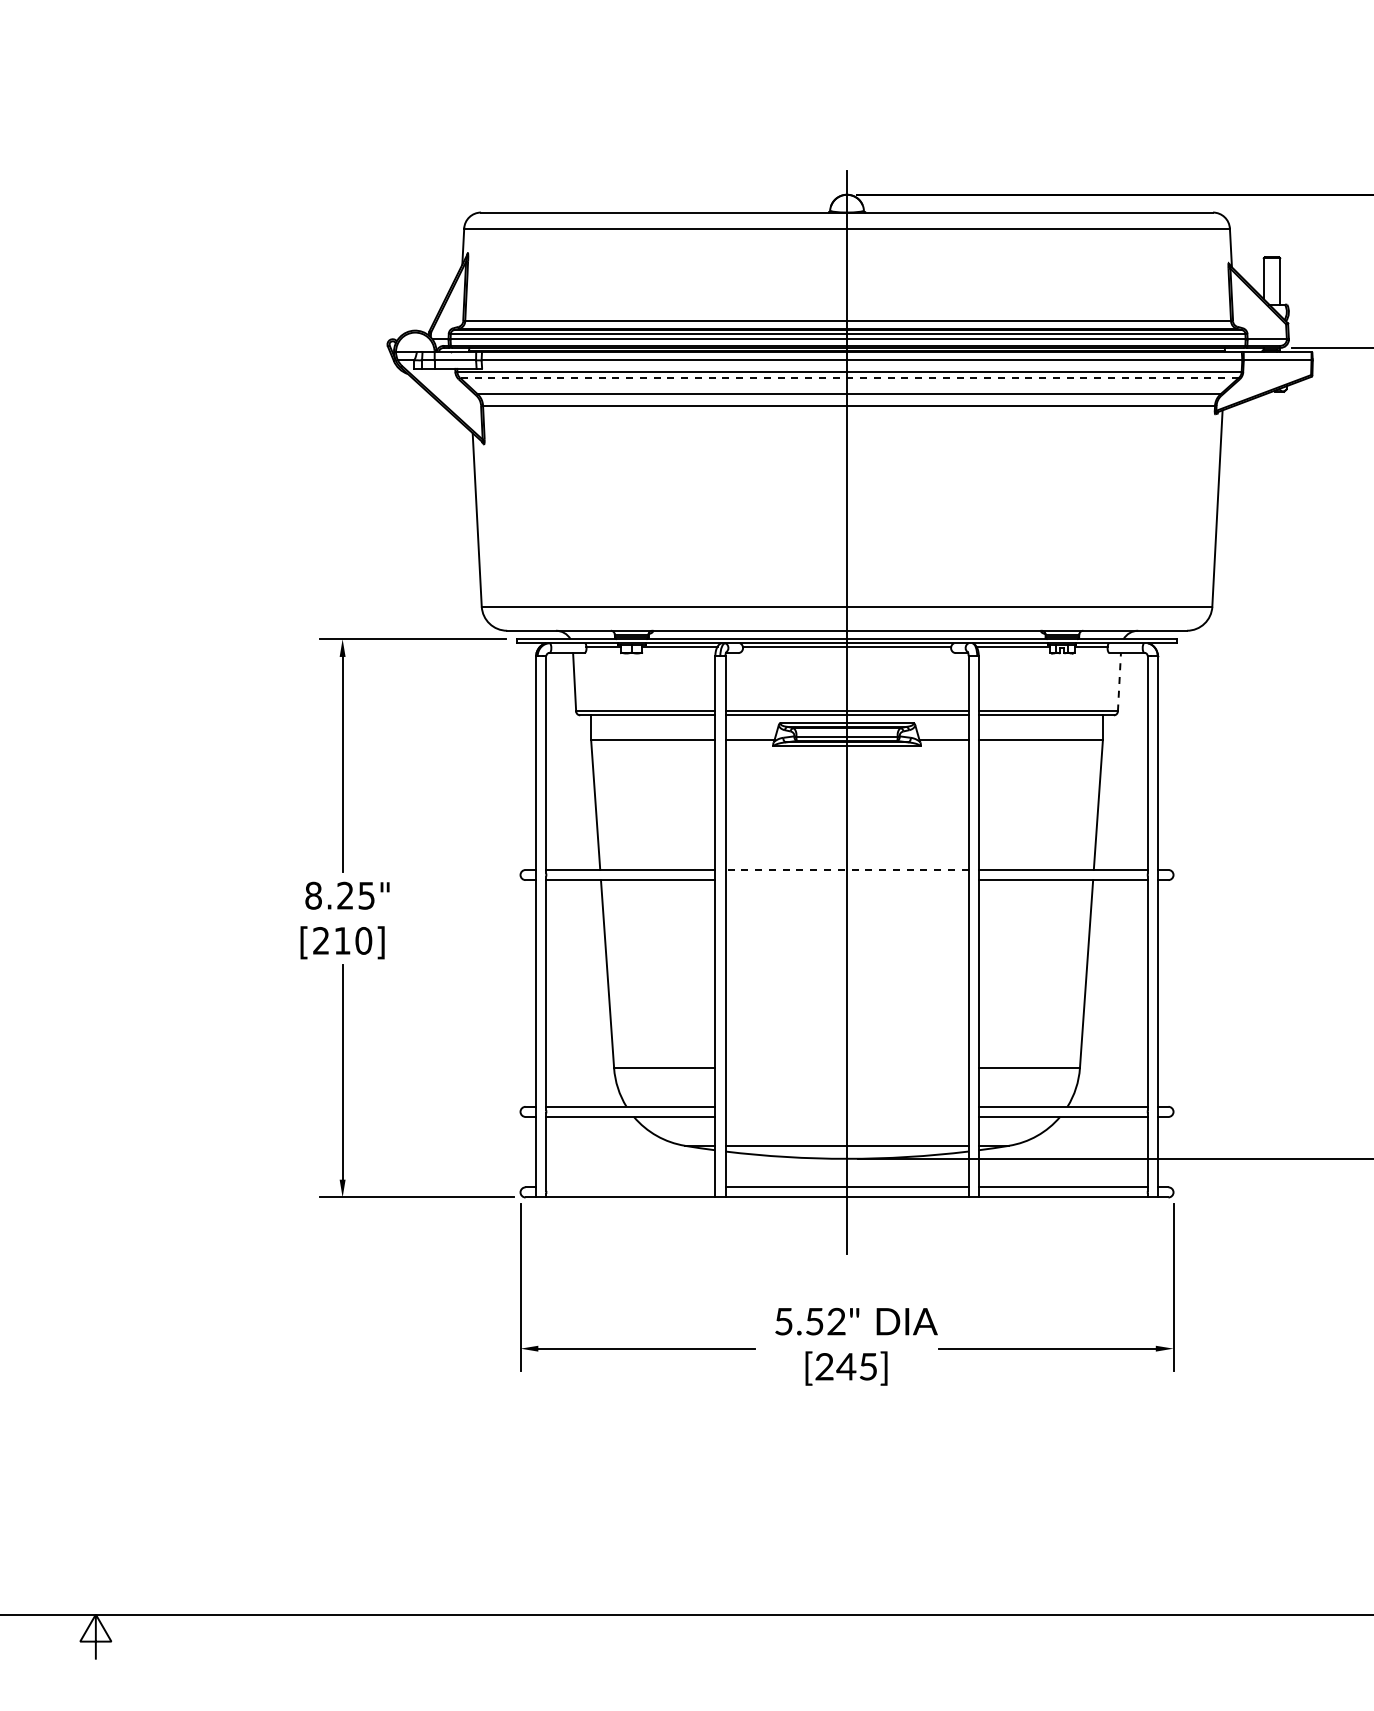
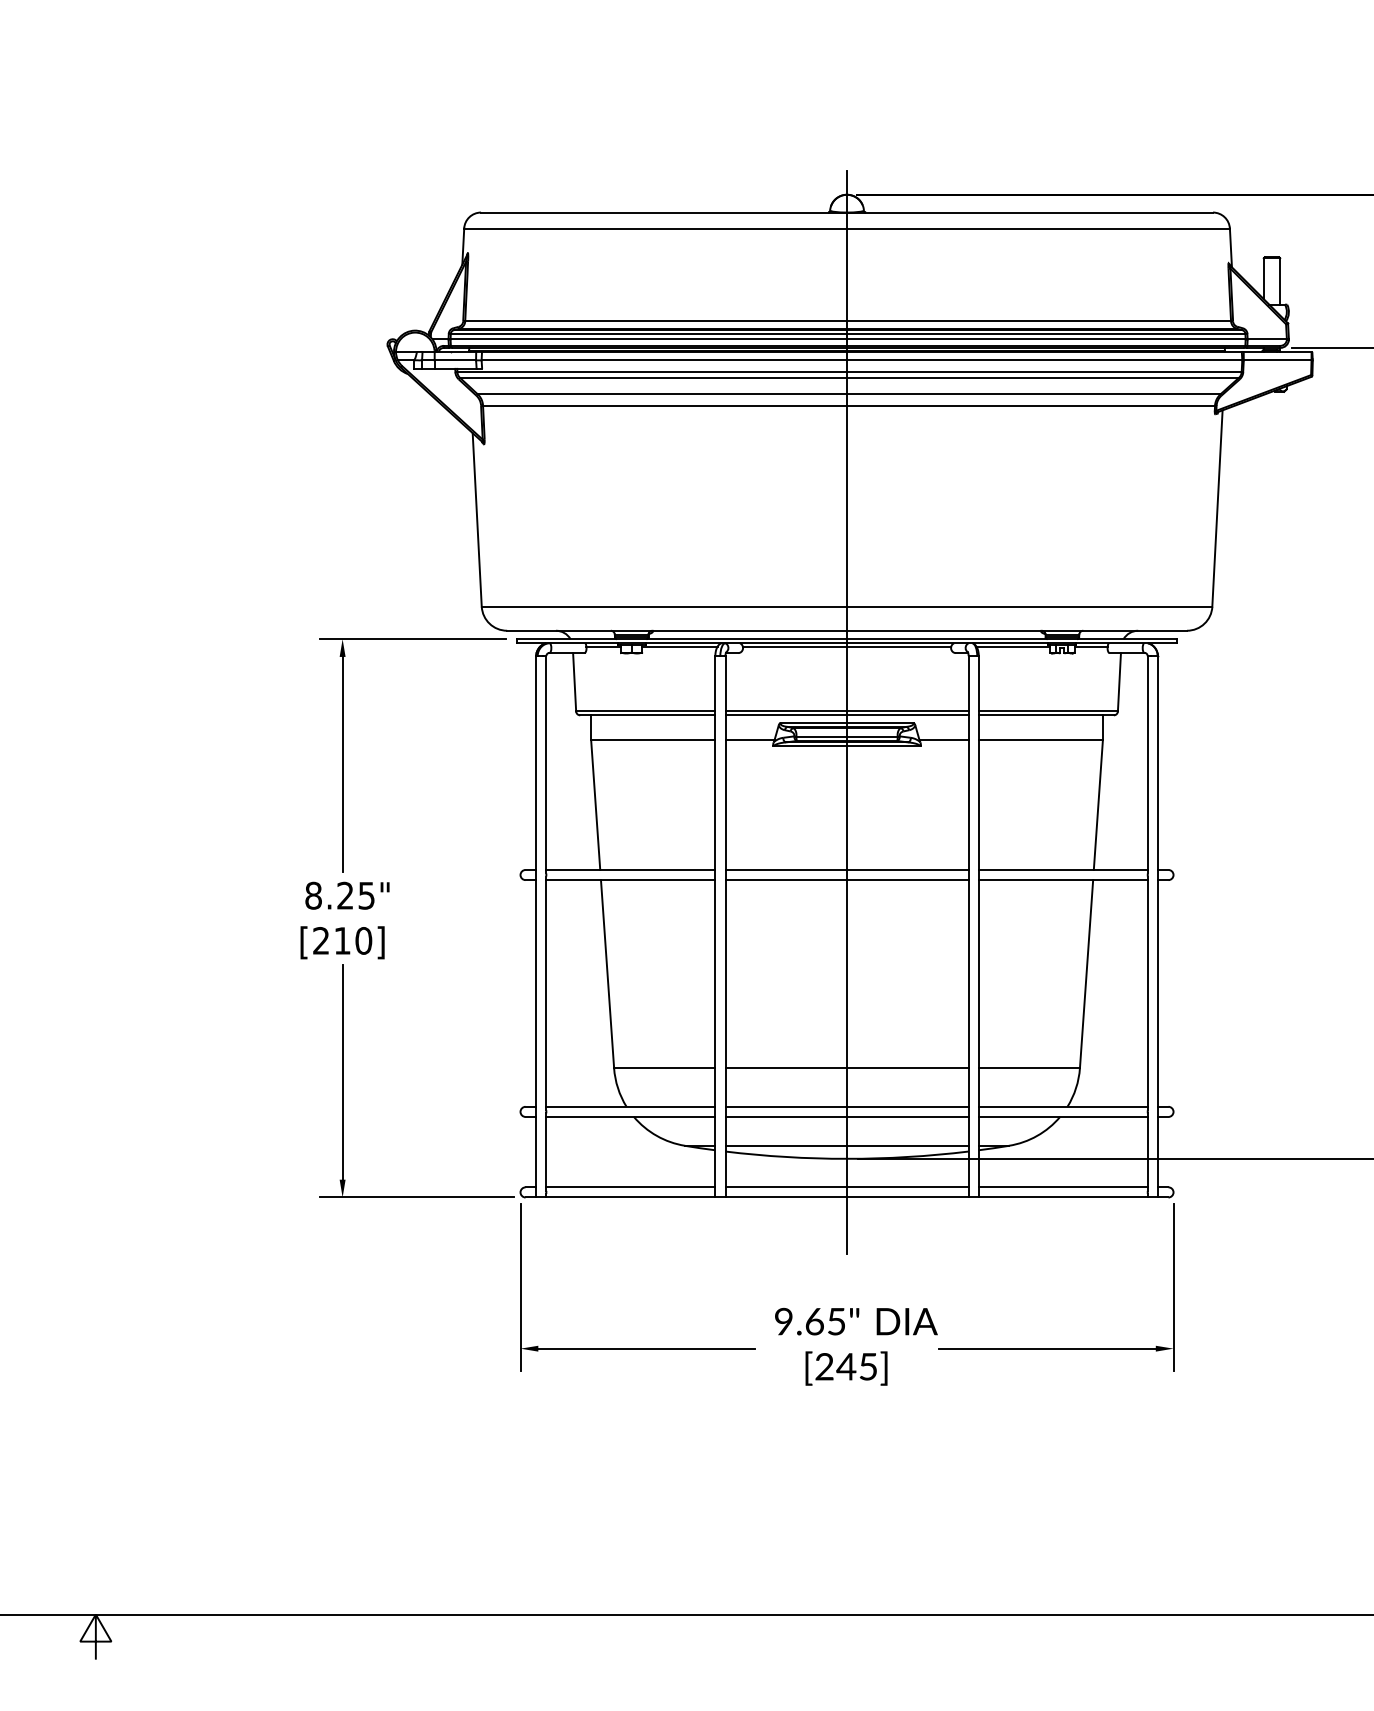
line at (848, 377): dashed -> solid
line at (1119, 681): dashed -> solid
line at (847, 869): dashed -> solid
line at (846, 880): none -> present
line at (846, 1068): none -> present
line at (846, 1106): none -> present
line at (846, 1116): none -> present
line at (630, 1187): none -> present
text at (810, 1321): 5.52" -> 9.65"
